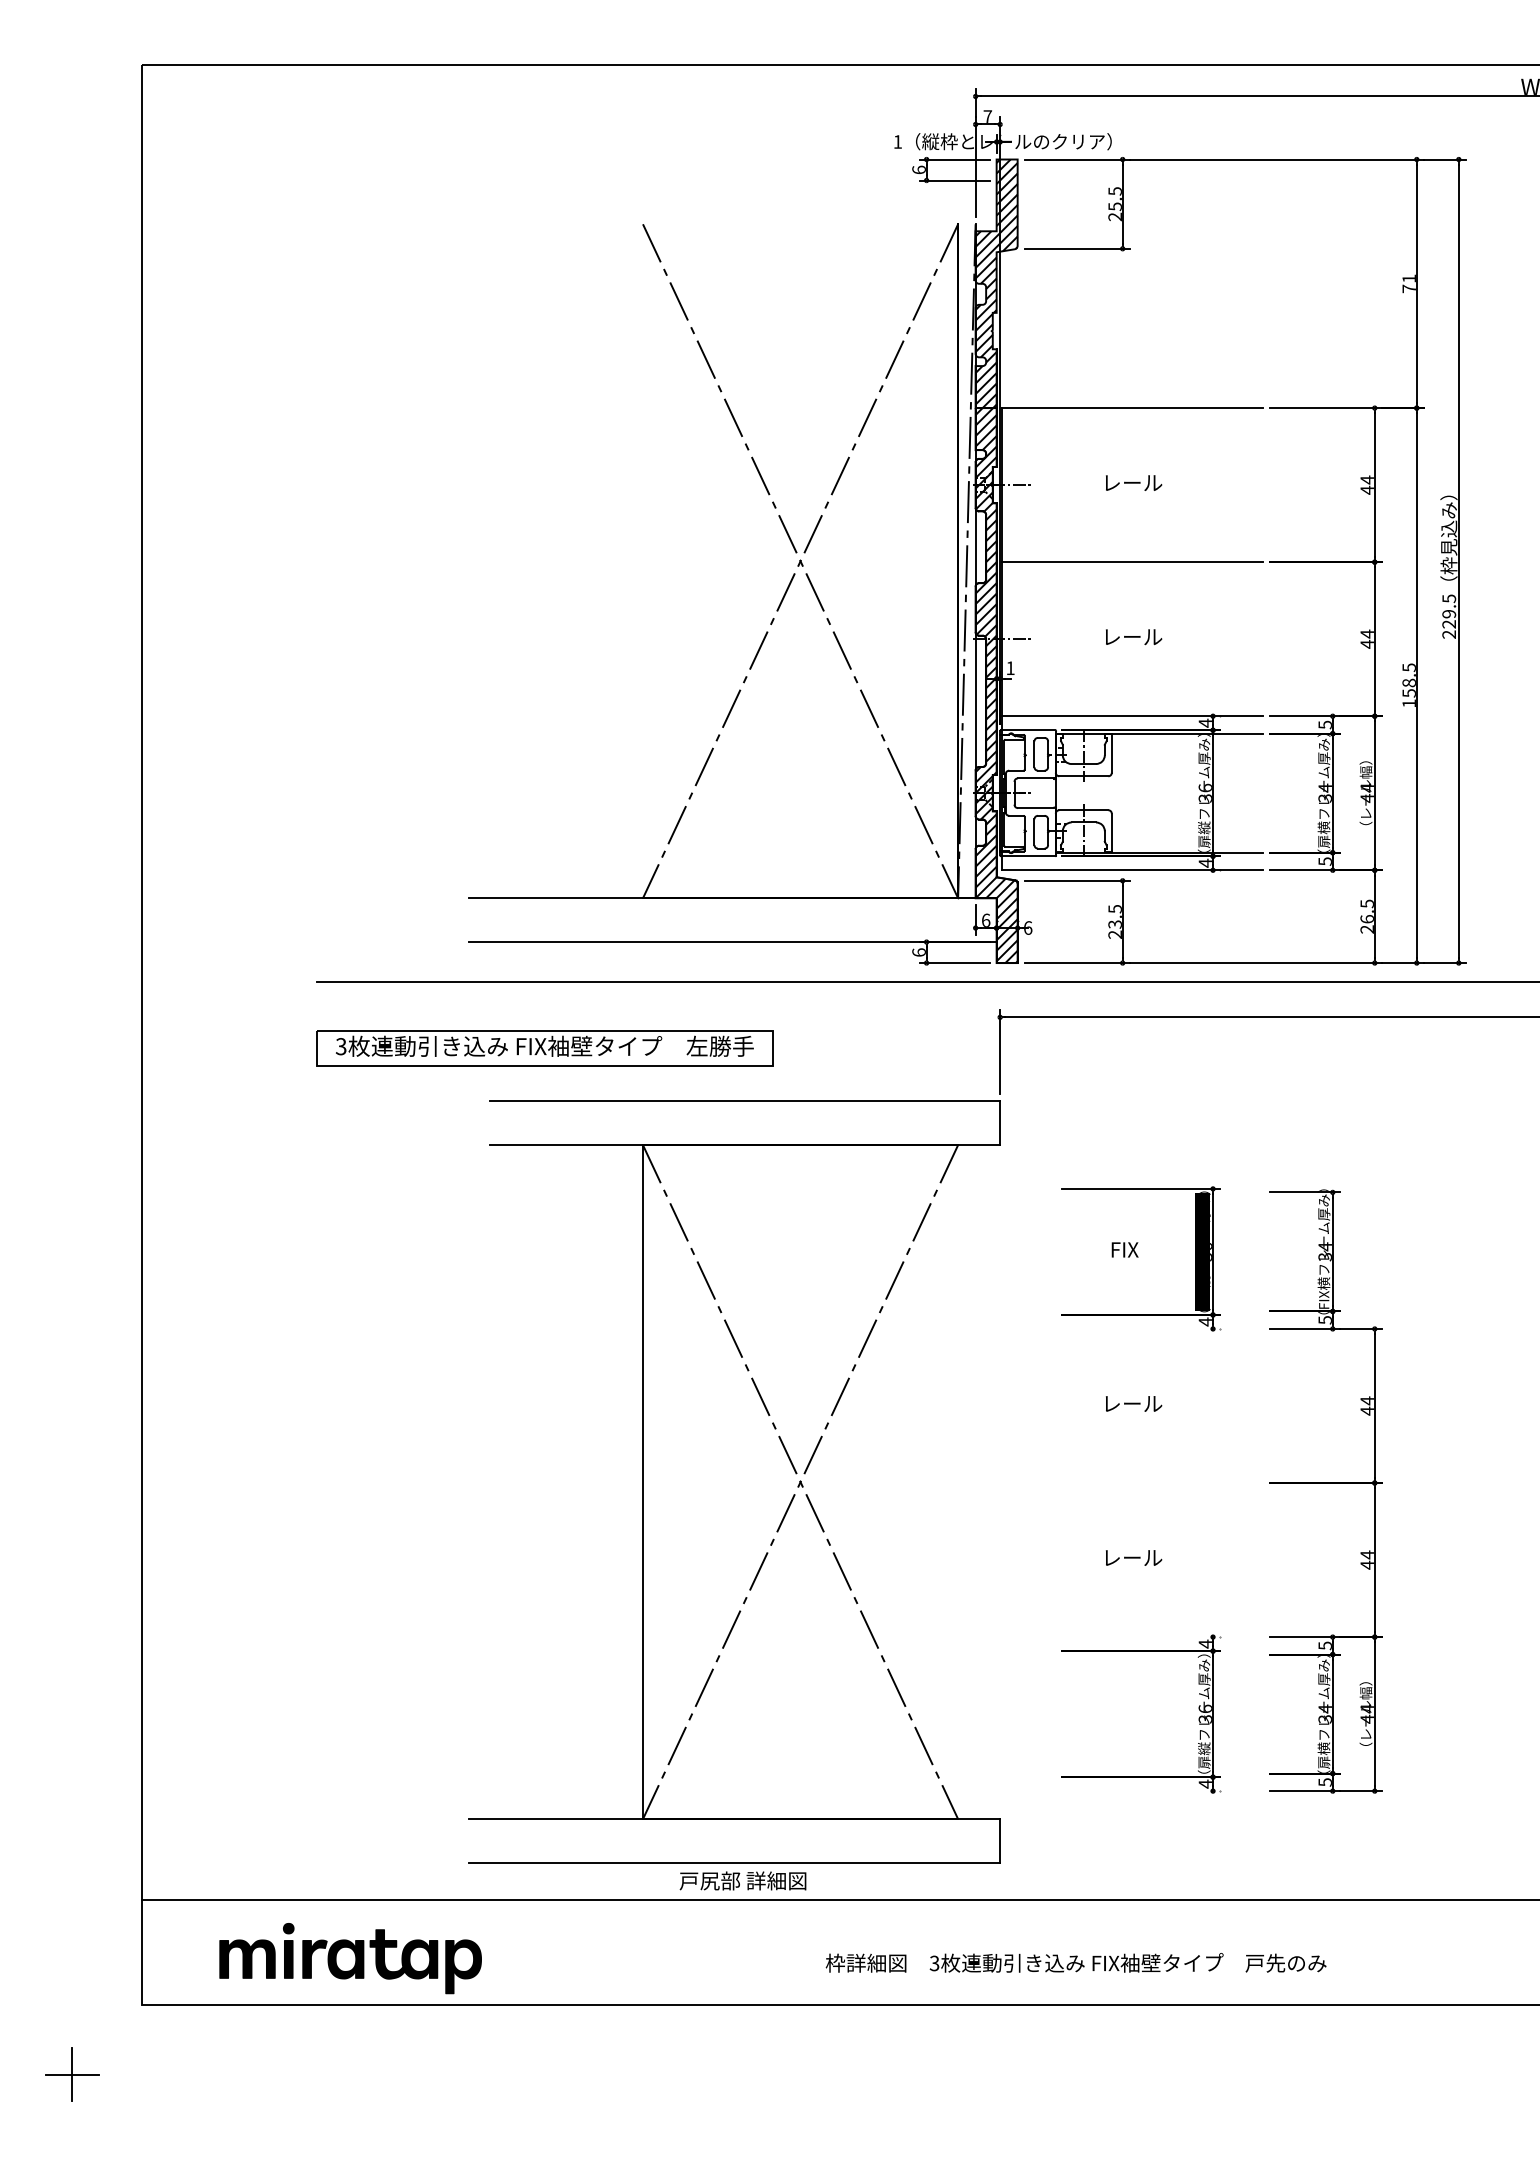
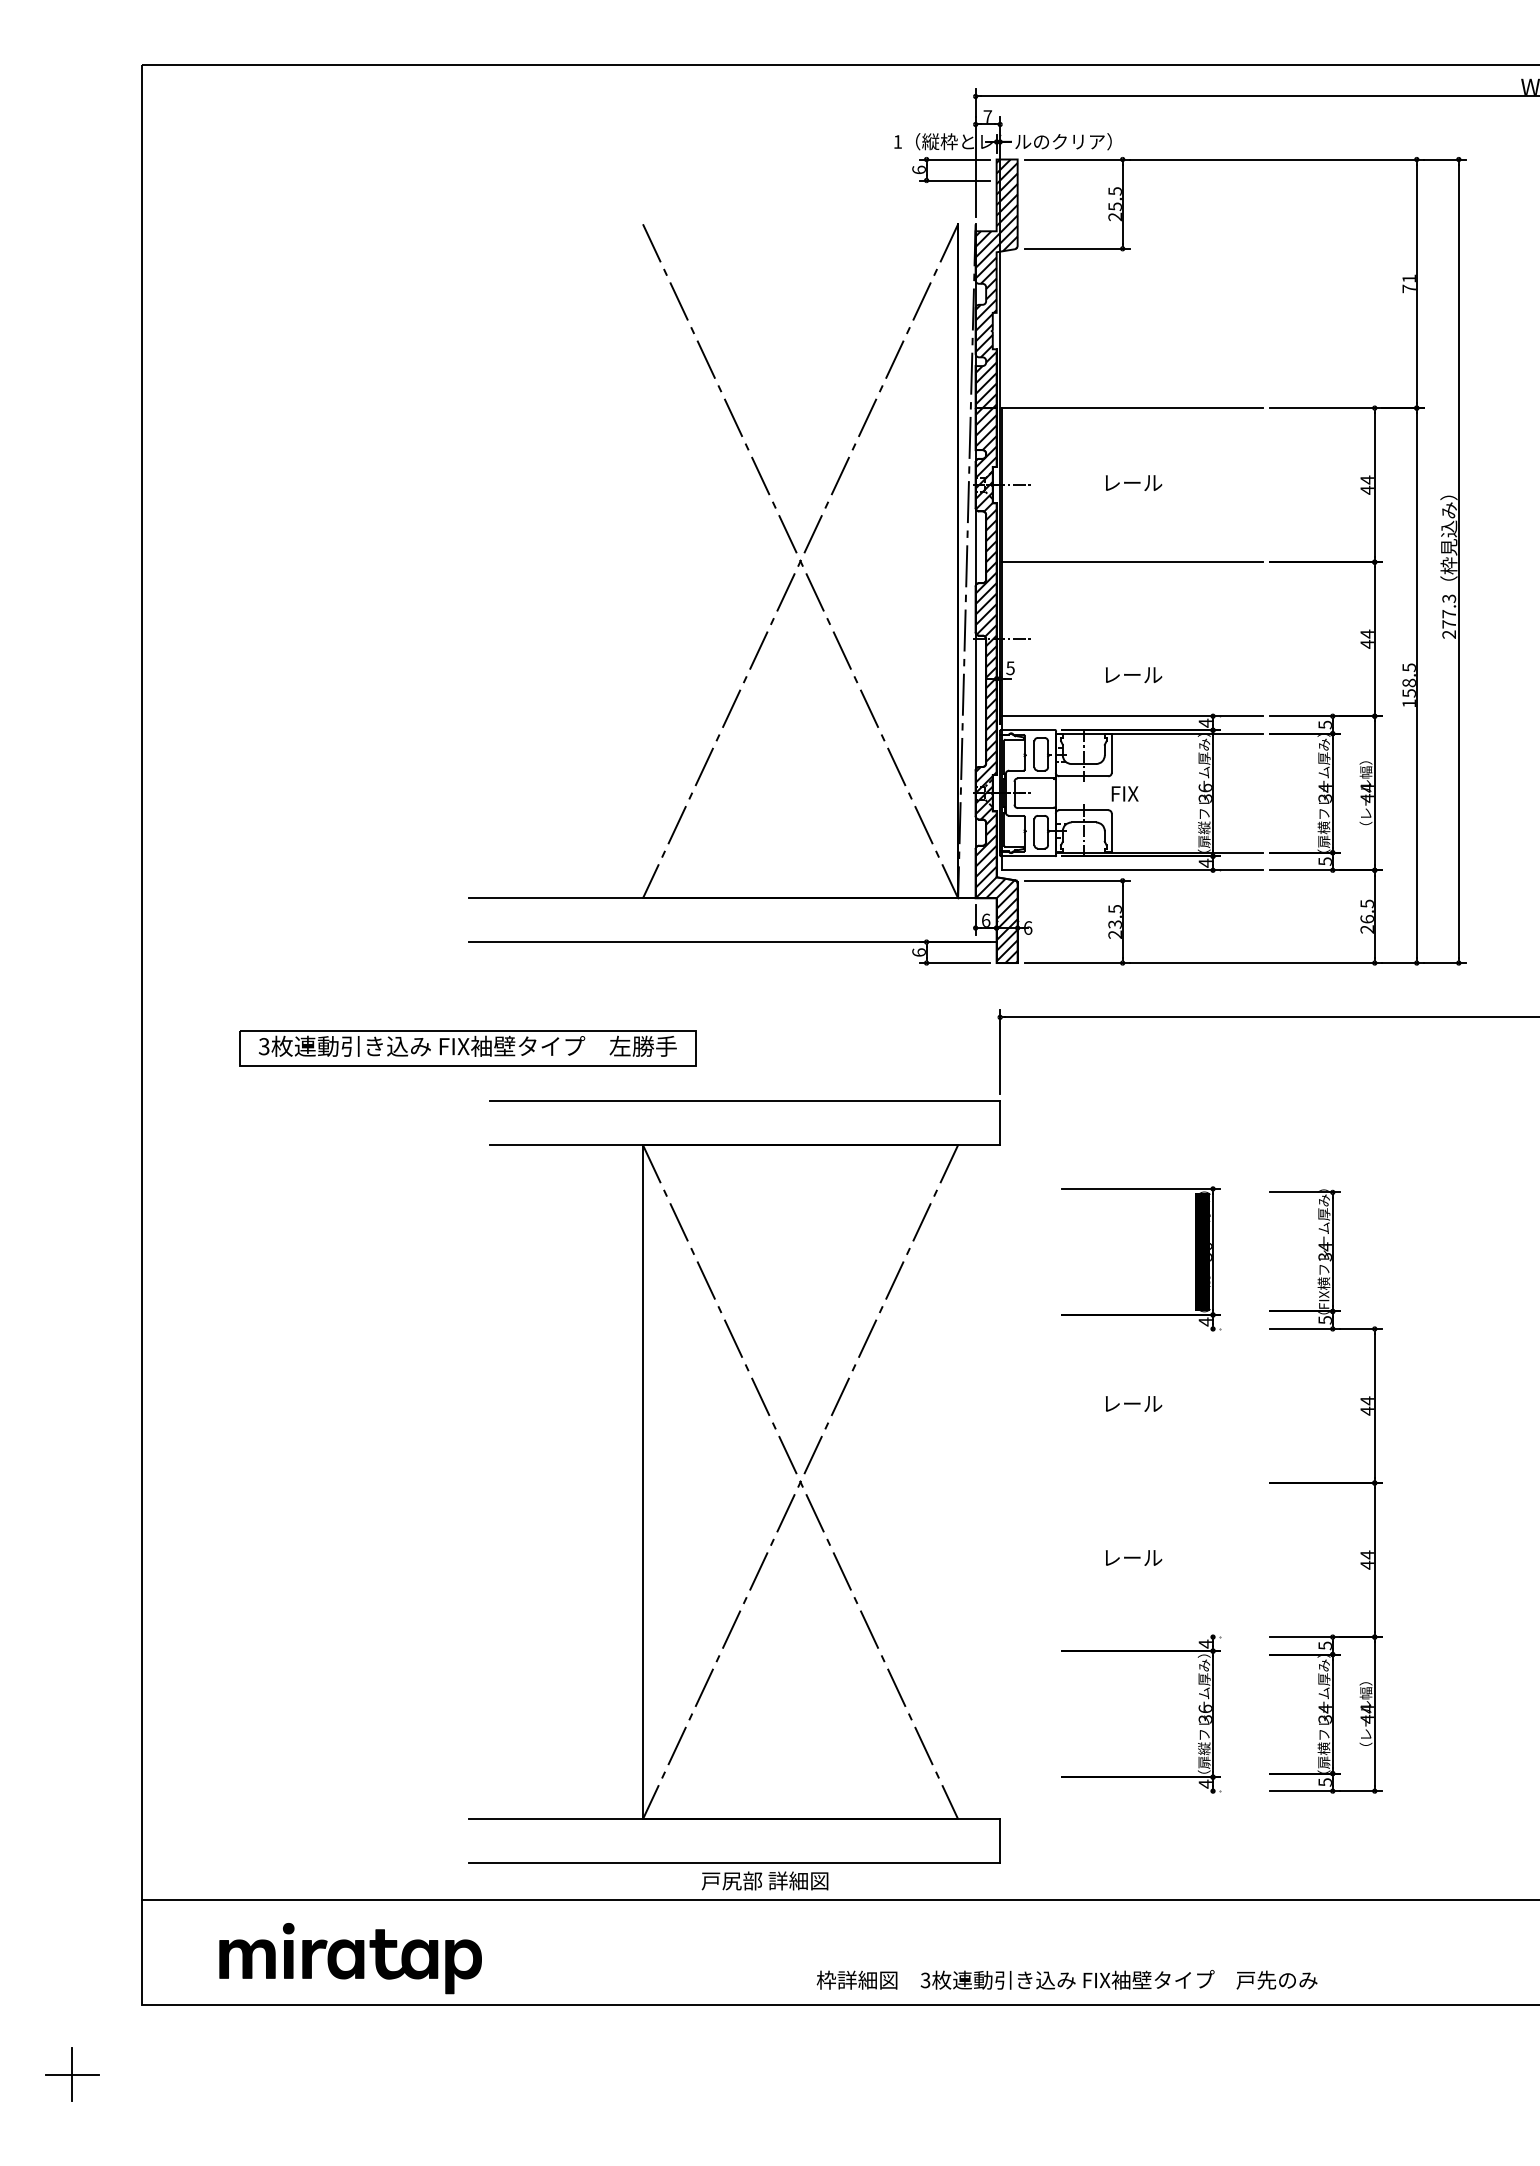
text at (1449, 611): 229.5 -> 277.3
text at (1134, 637) position: (1134, 637) -> (1134, 675)
text at (1010, 668): 1 -> 5
line at (926, 982): present -> none
part at (544, 1048) position: (544, 1048) -> (467, 1048)
text at (1124, 1249) position: (1124, 1249) -> (1124, 793)
text at (742, 1880) position: (742, 1880) -> (764, 1880)
text at (1075, 1962) position: (1075, 1962) -> (1066, 1979)
